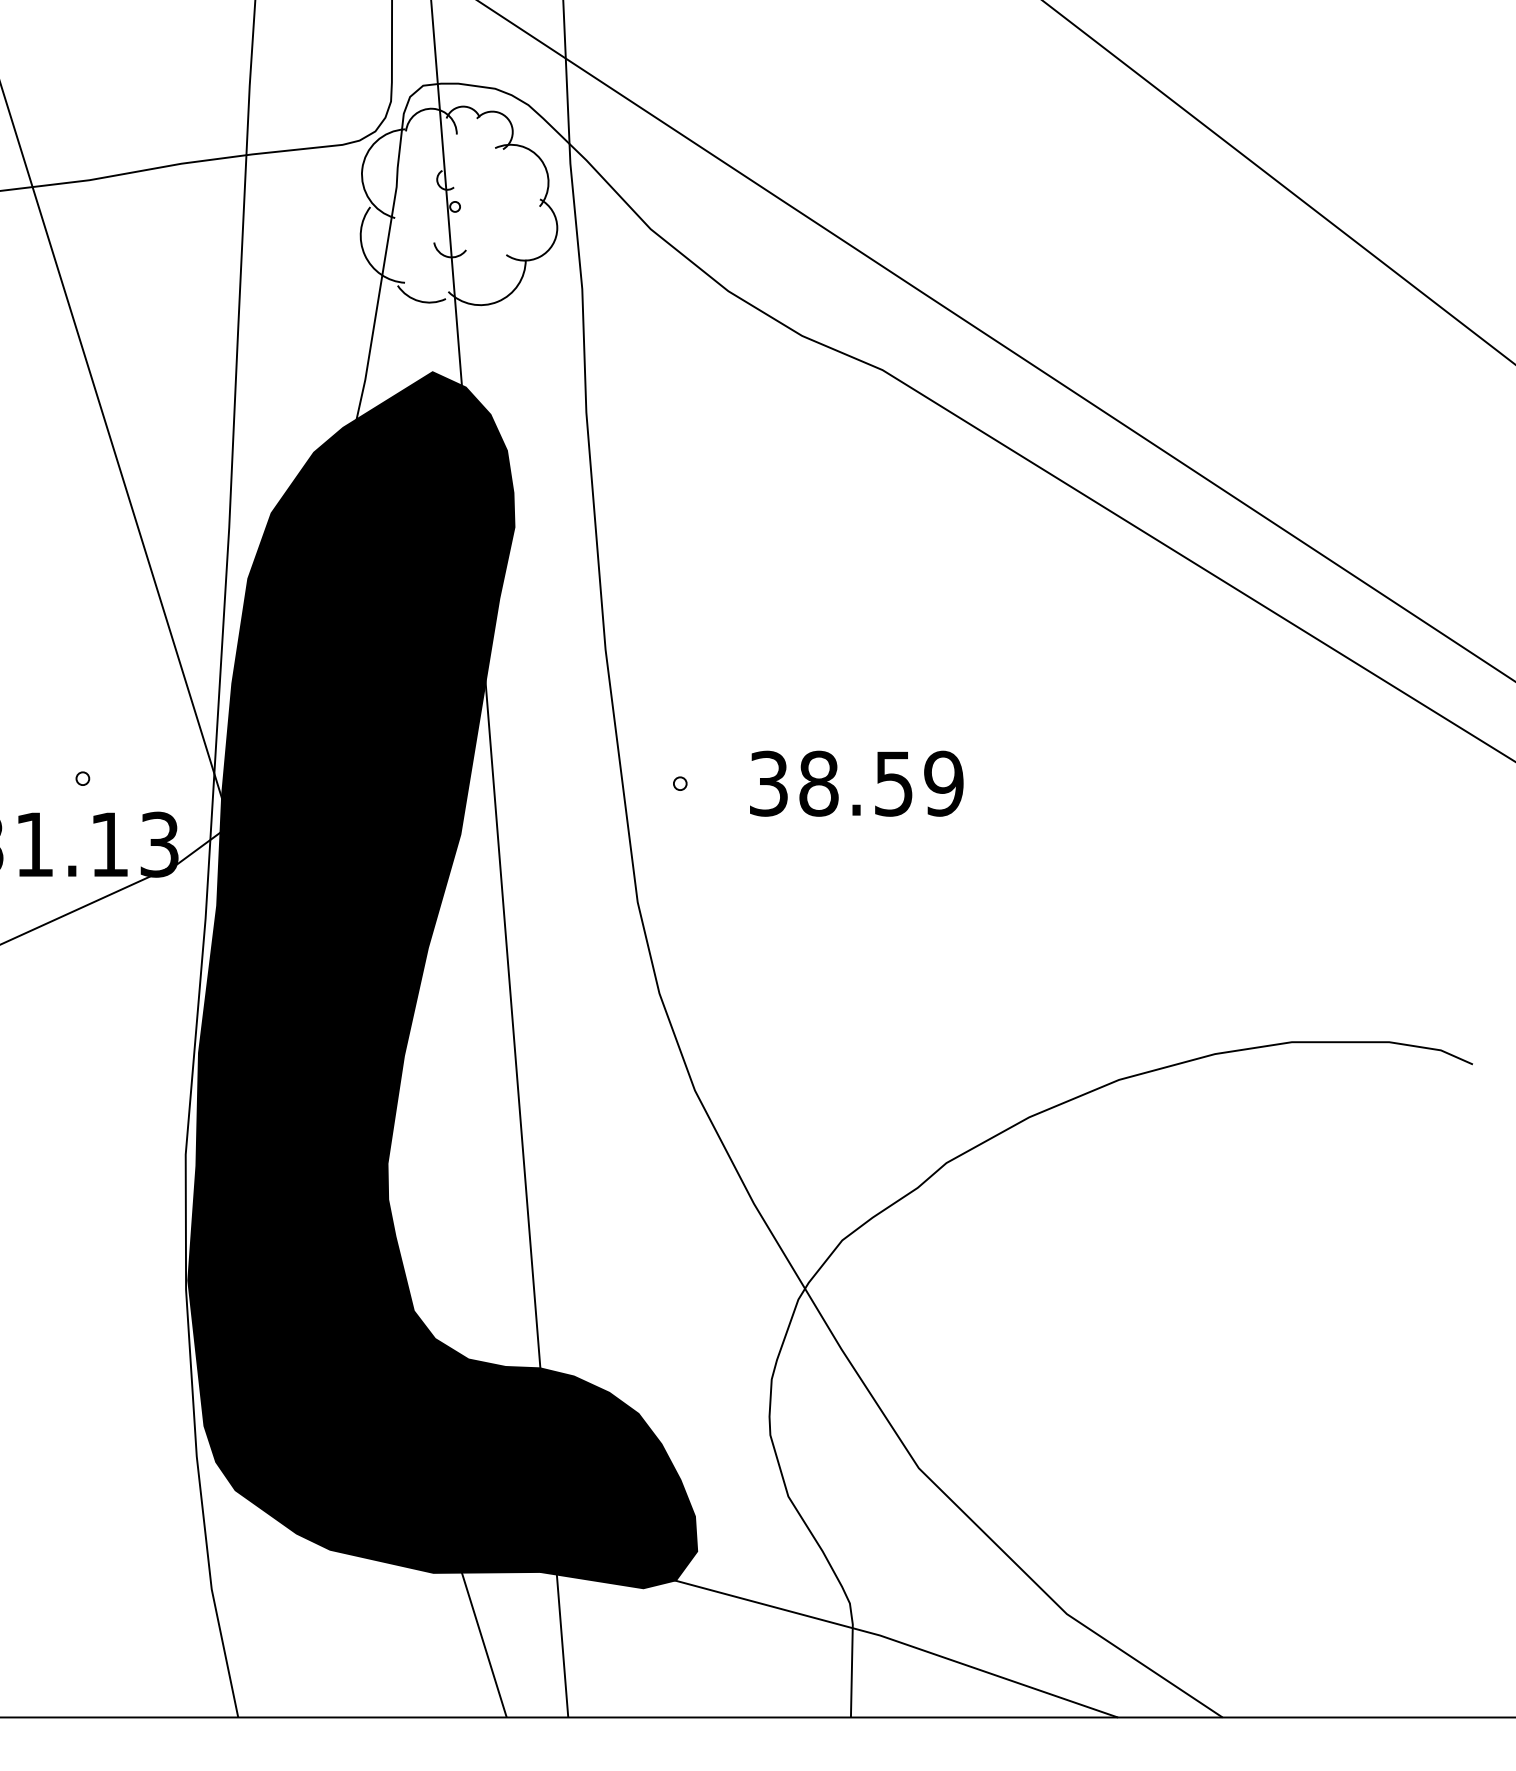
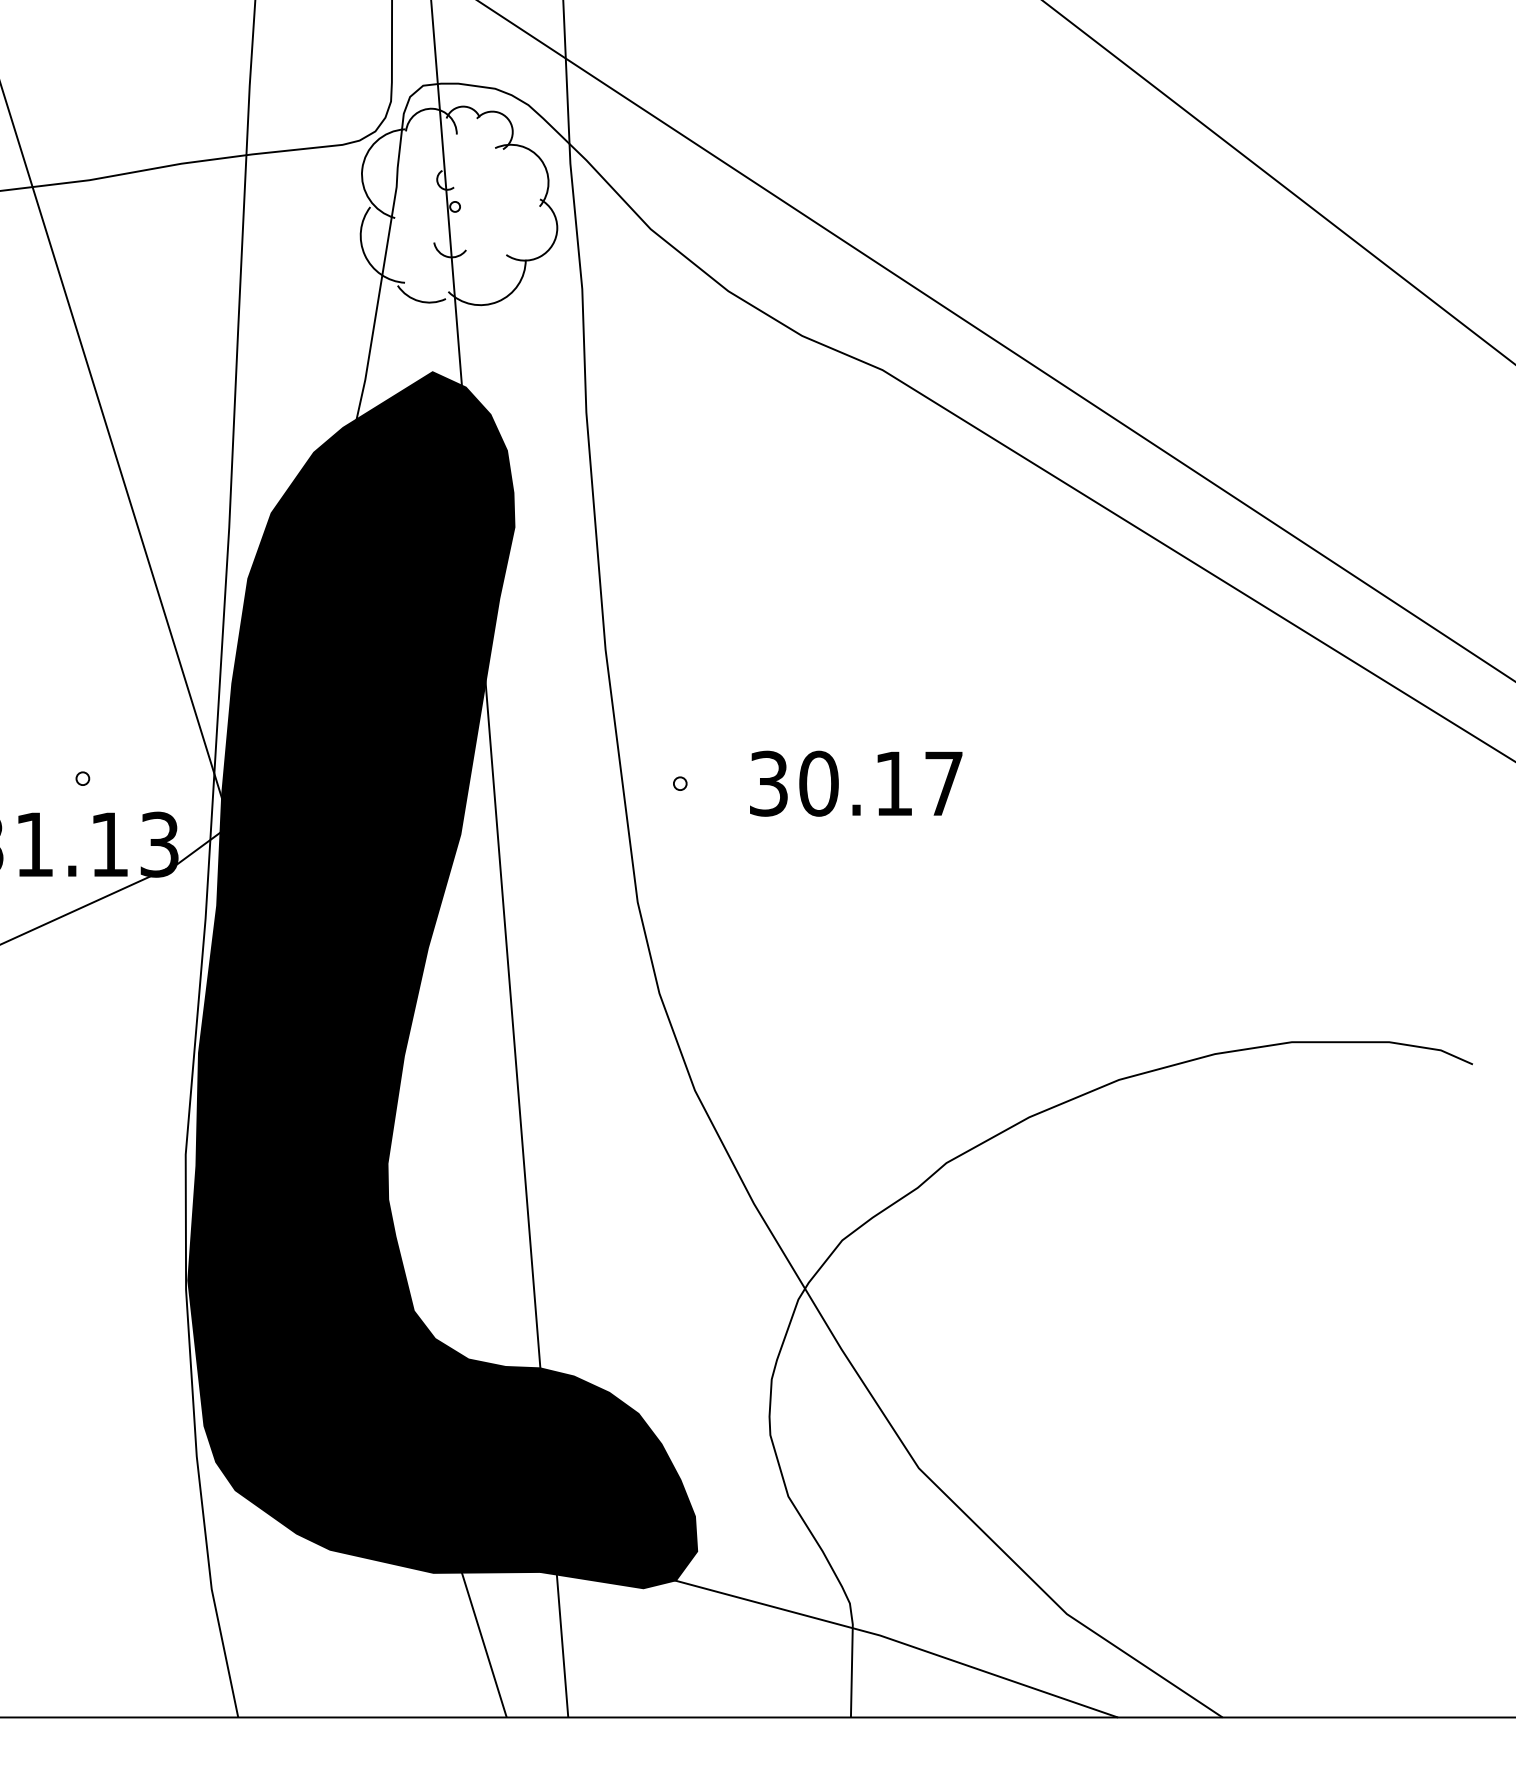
text at (881, 783): 38.59 -> 30.17
